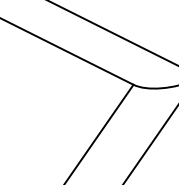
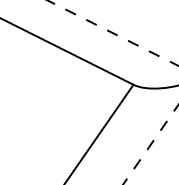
line at (112, 33): solid -> dashed
line at (150, 144): solid -> dashed
